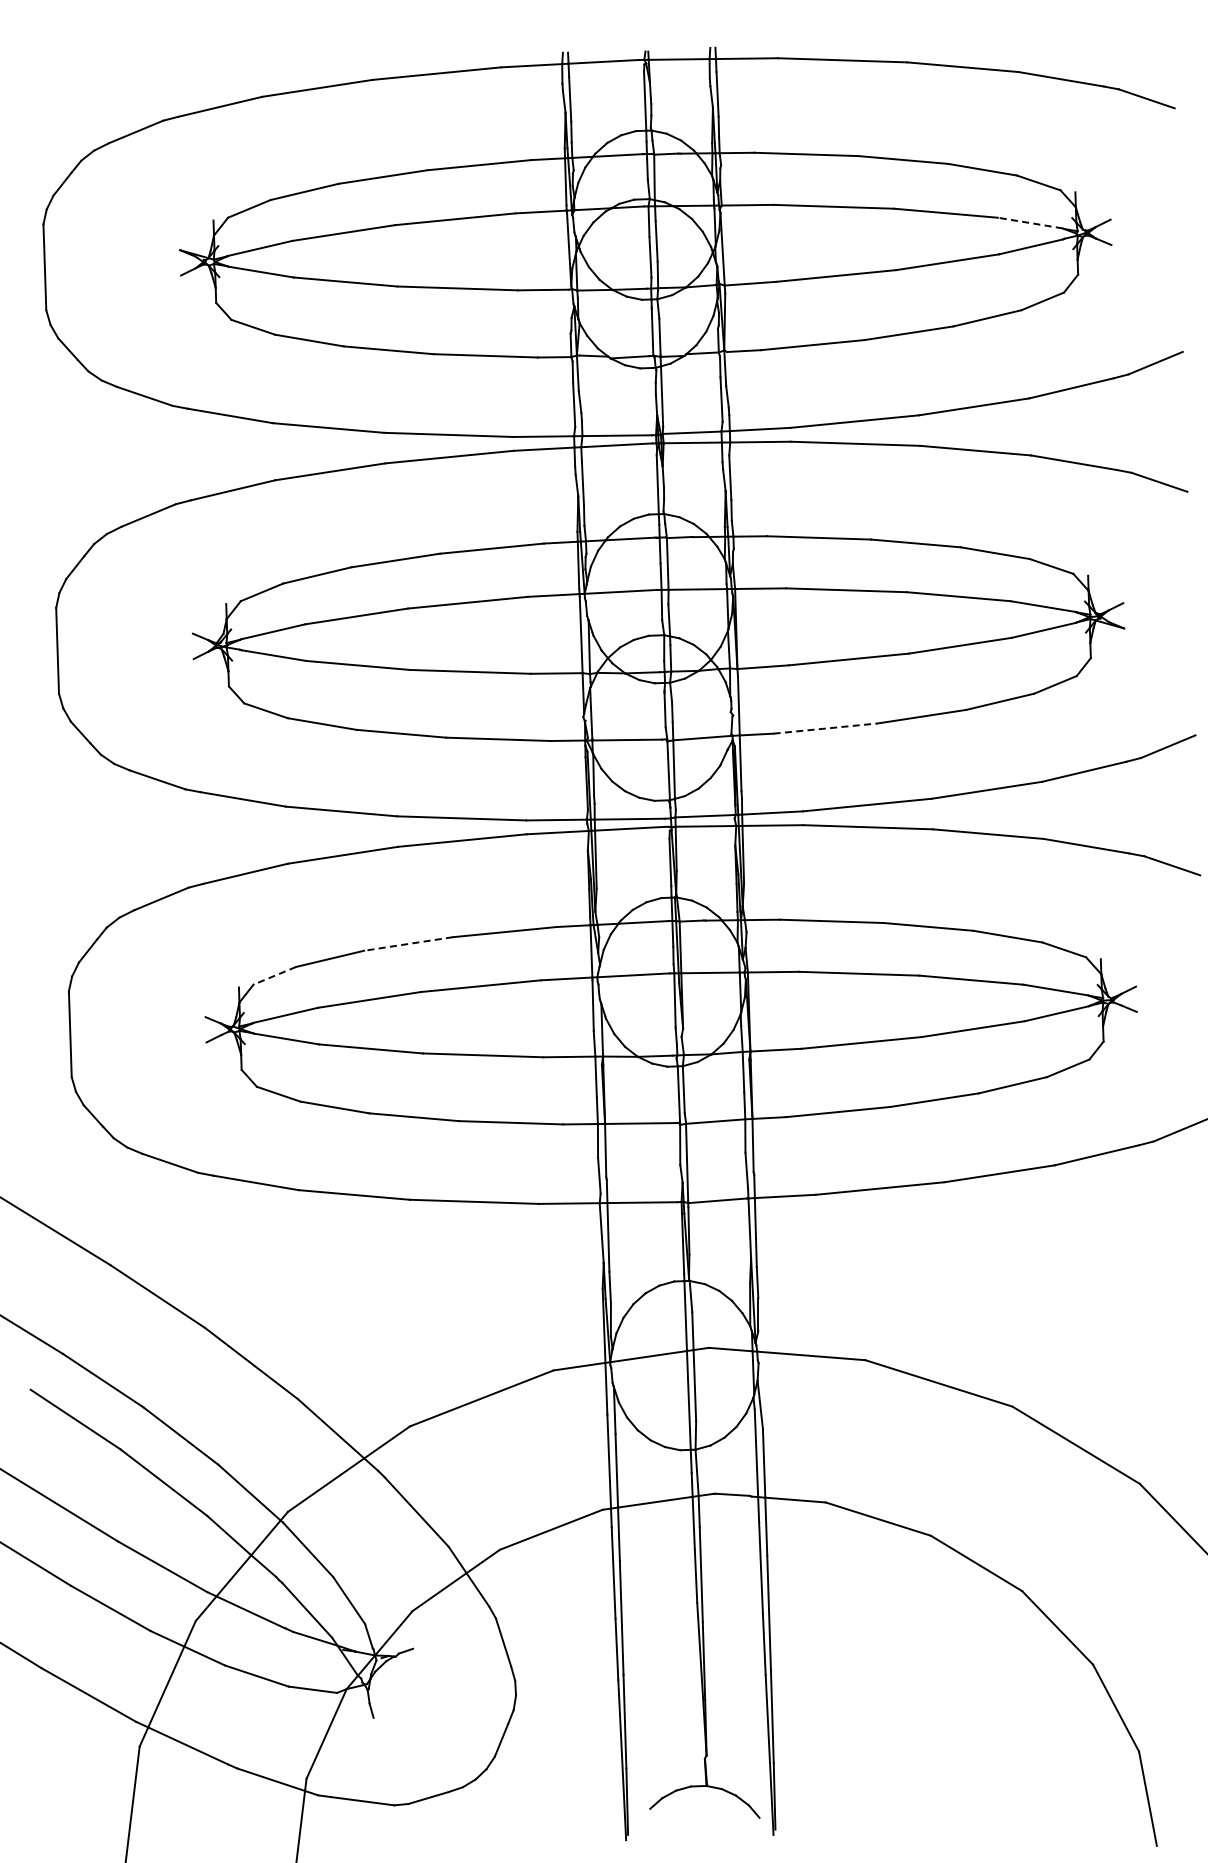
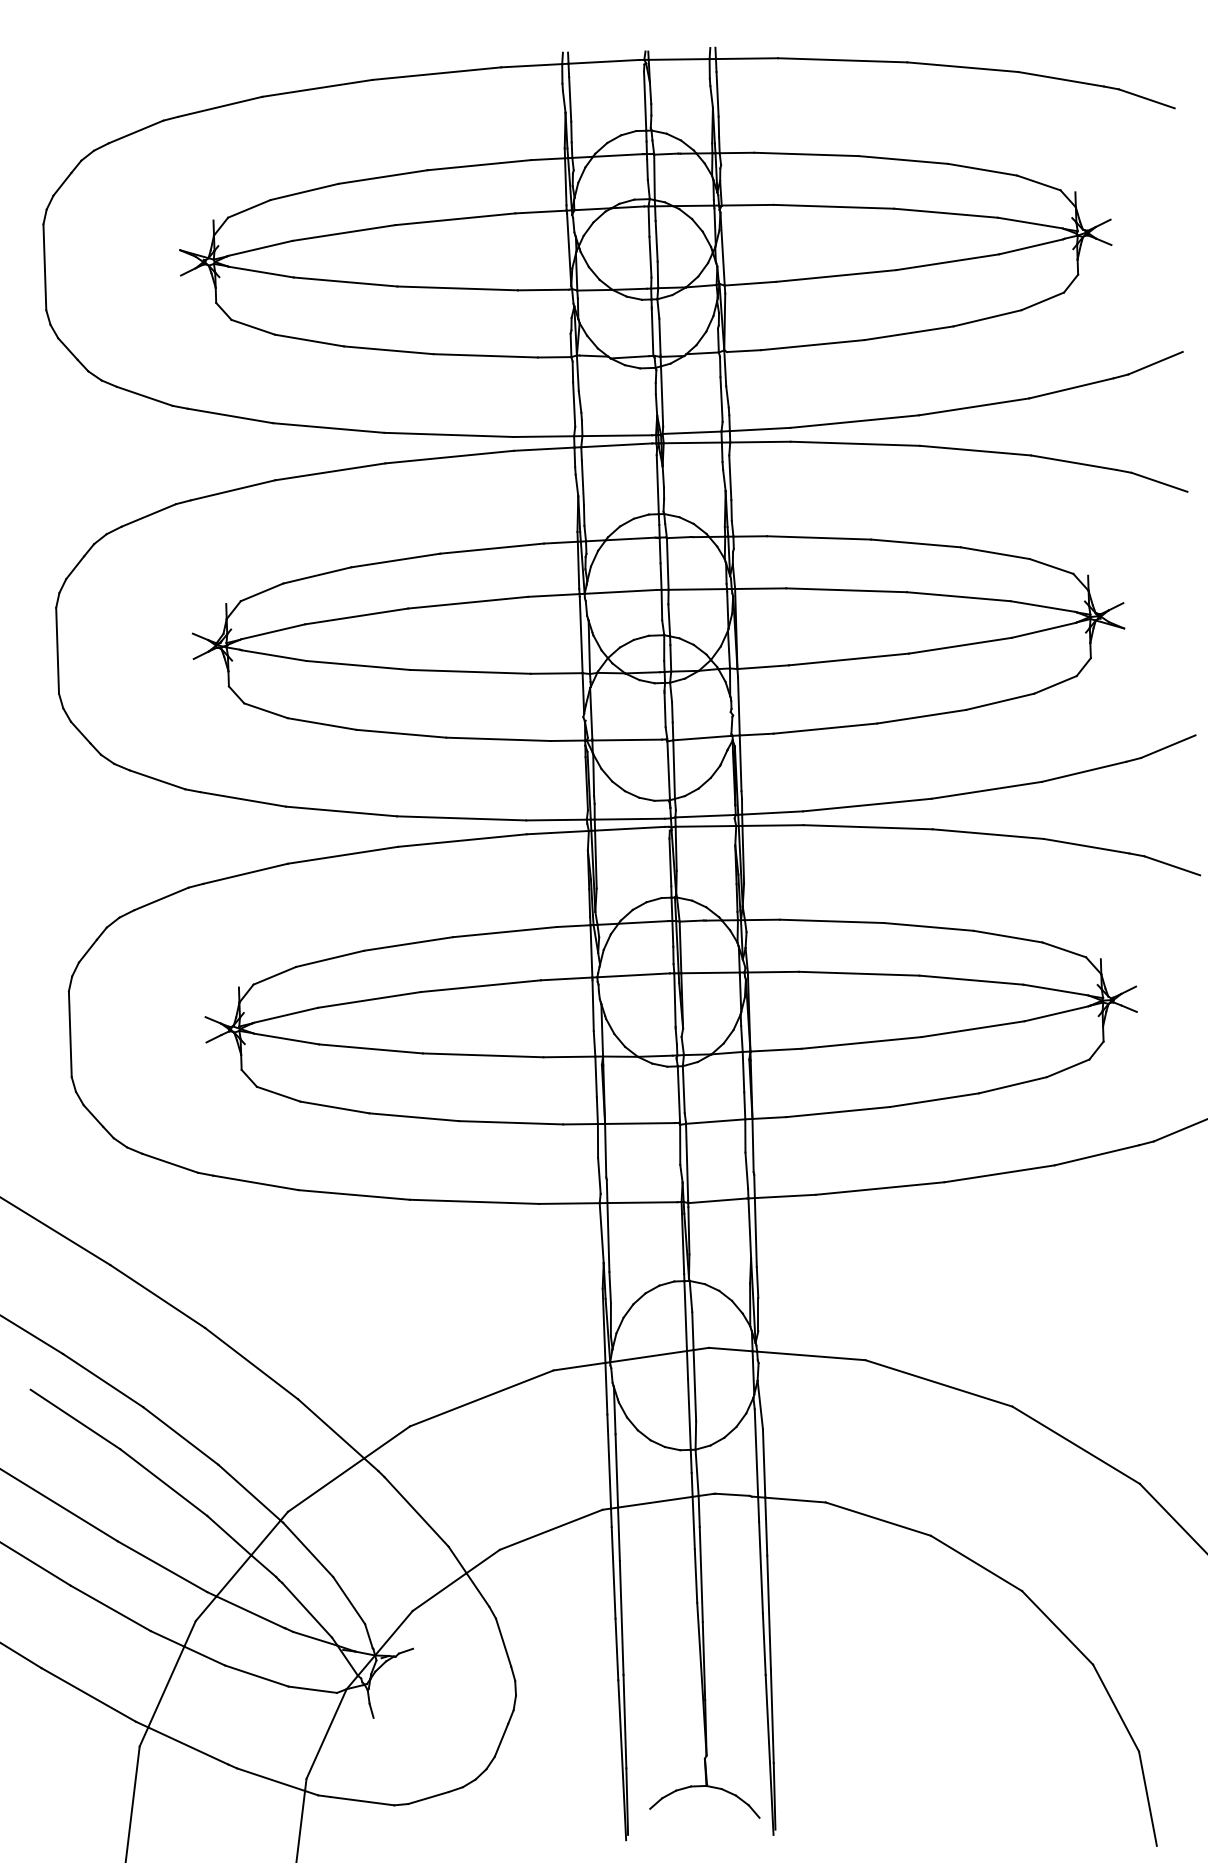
line at (1030, 223): dashed -> solid
line at (825, 728): dashed -> solid
line at (408, 943): dashed -> solid
line at (274, 976): dashed -> solid
